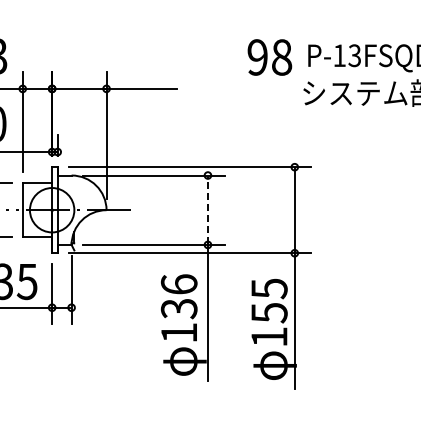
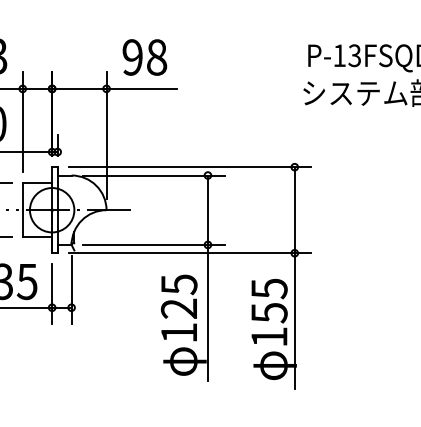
text at (269, 57) position: (269, 57) -> (144, 57)
line at (207, 210): dashed -> solid
text at (178, 296): 136 -> 125
